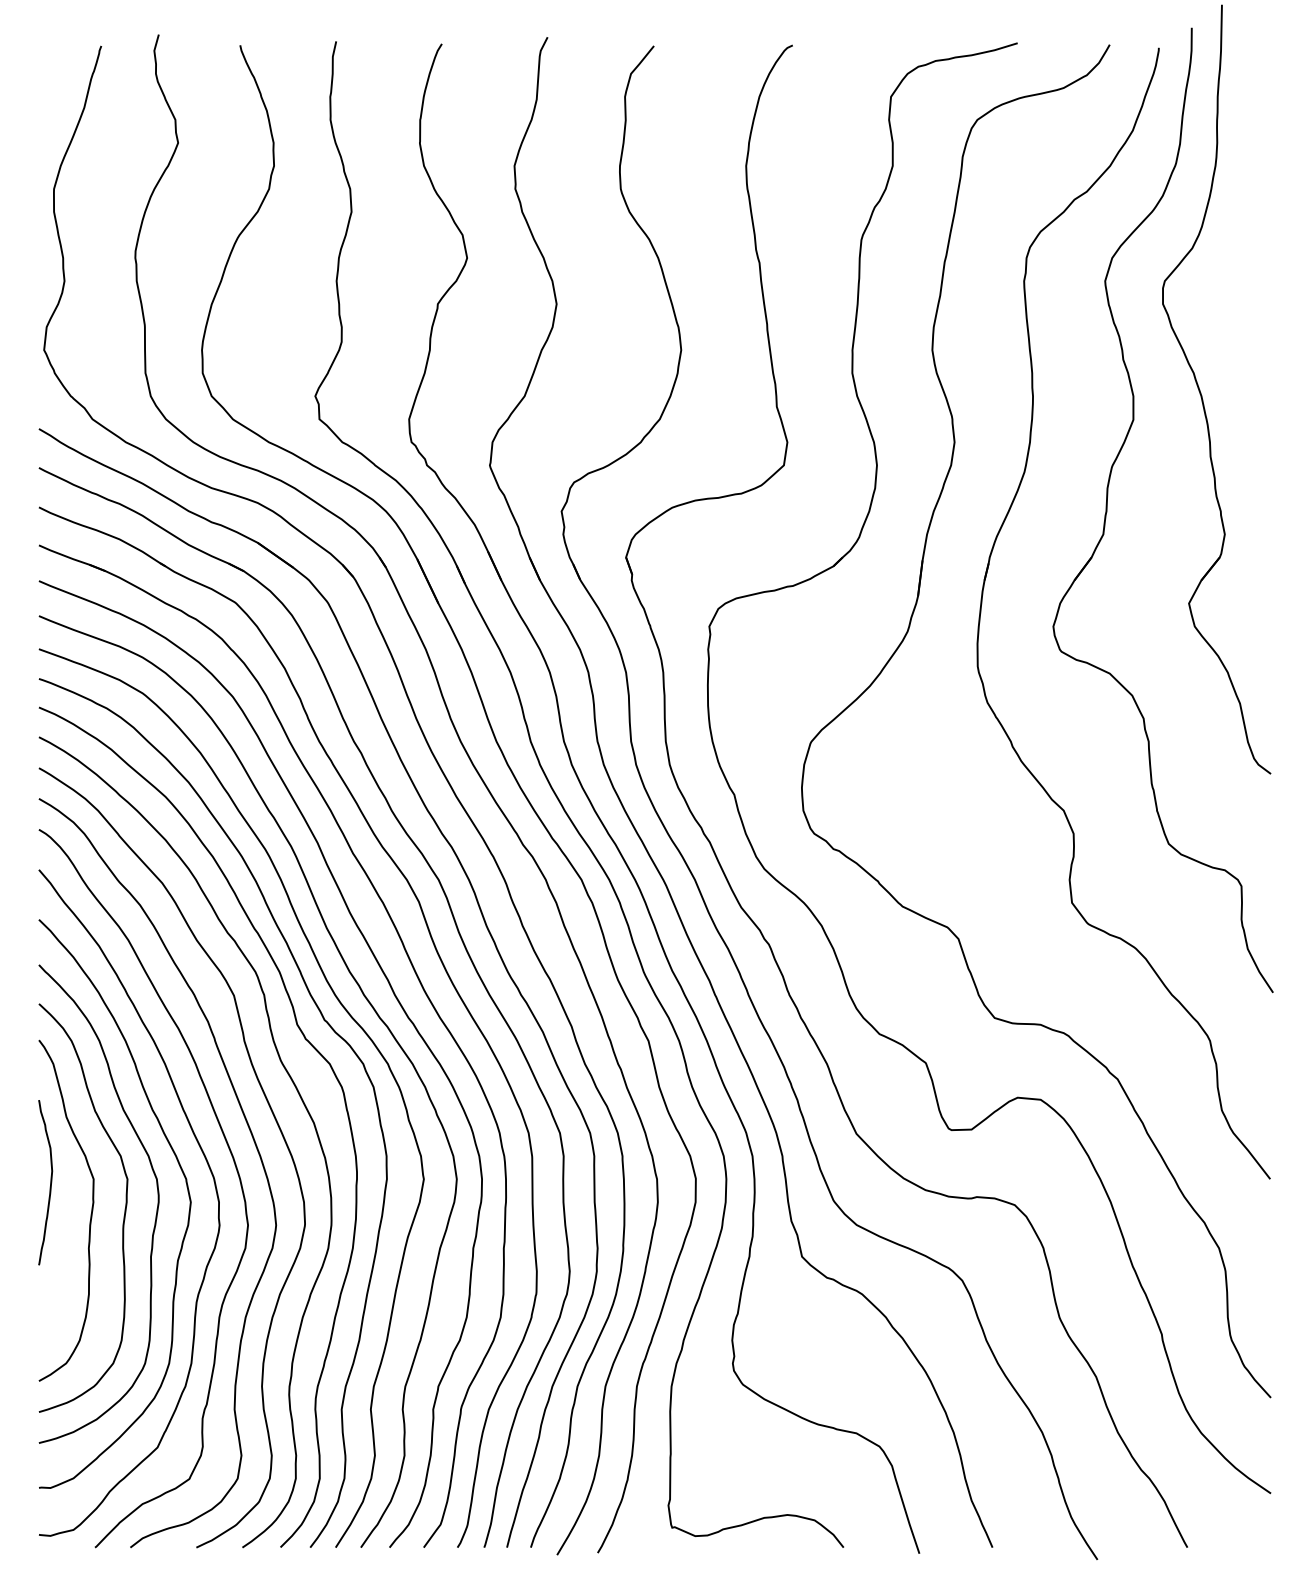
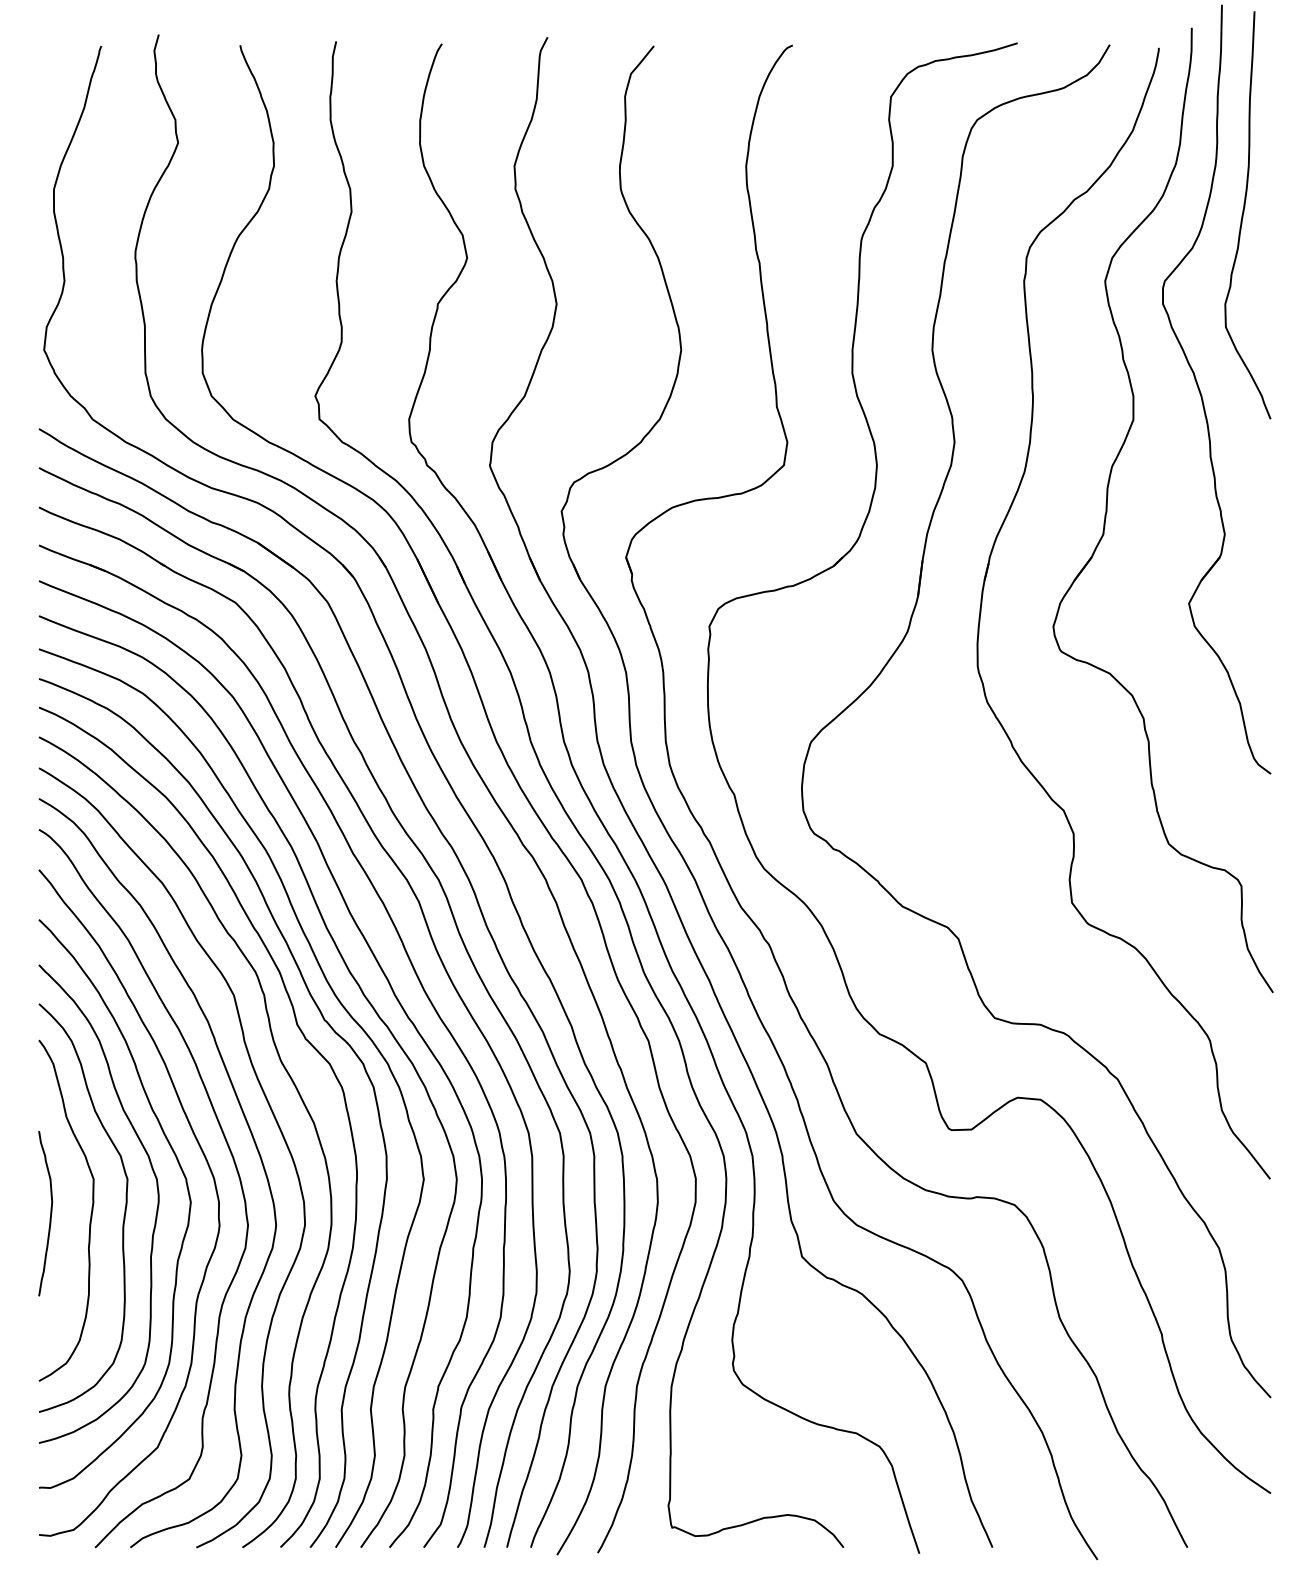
curve at (1243, 215): none -> present
curve at (50, 1182) position: (50, 1182) -> (50, 1213)
